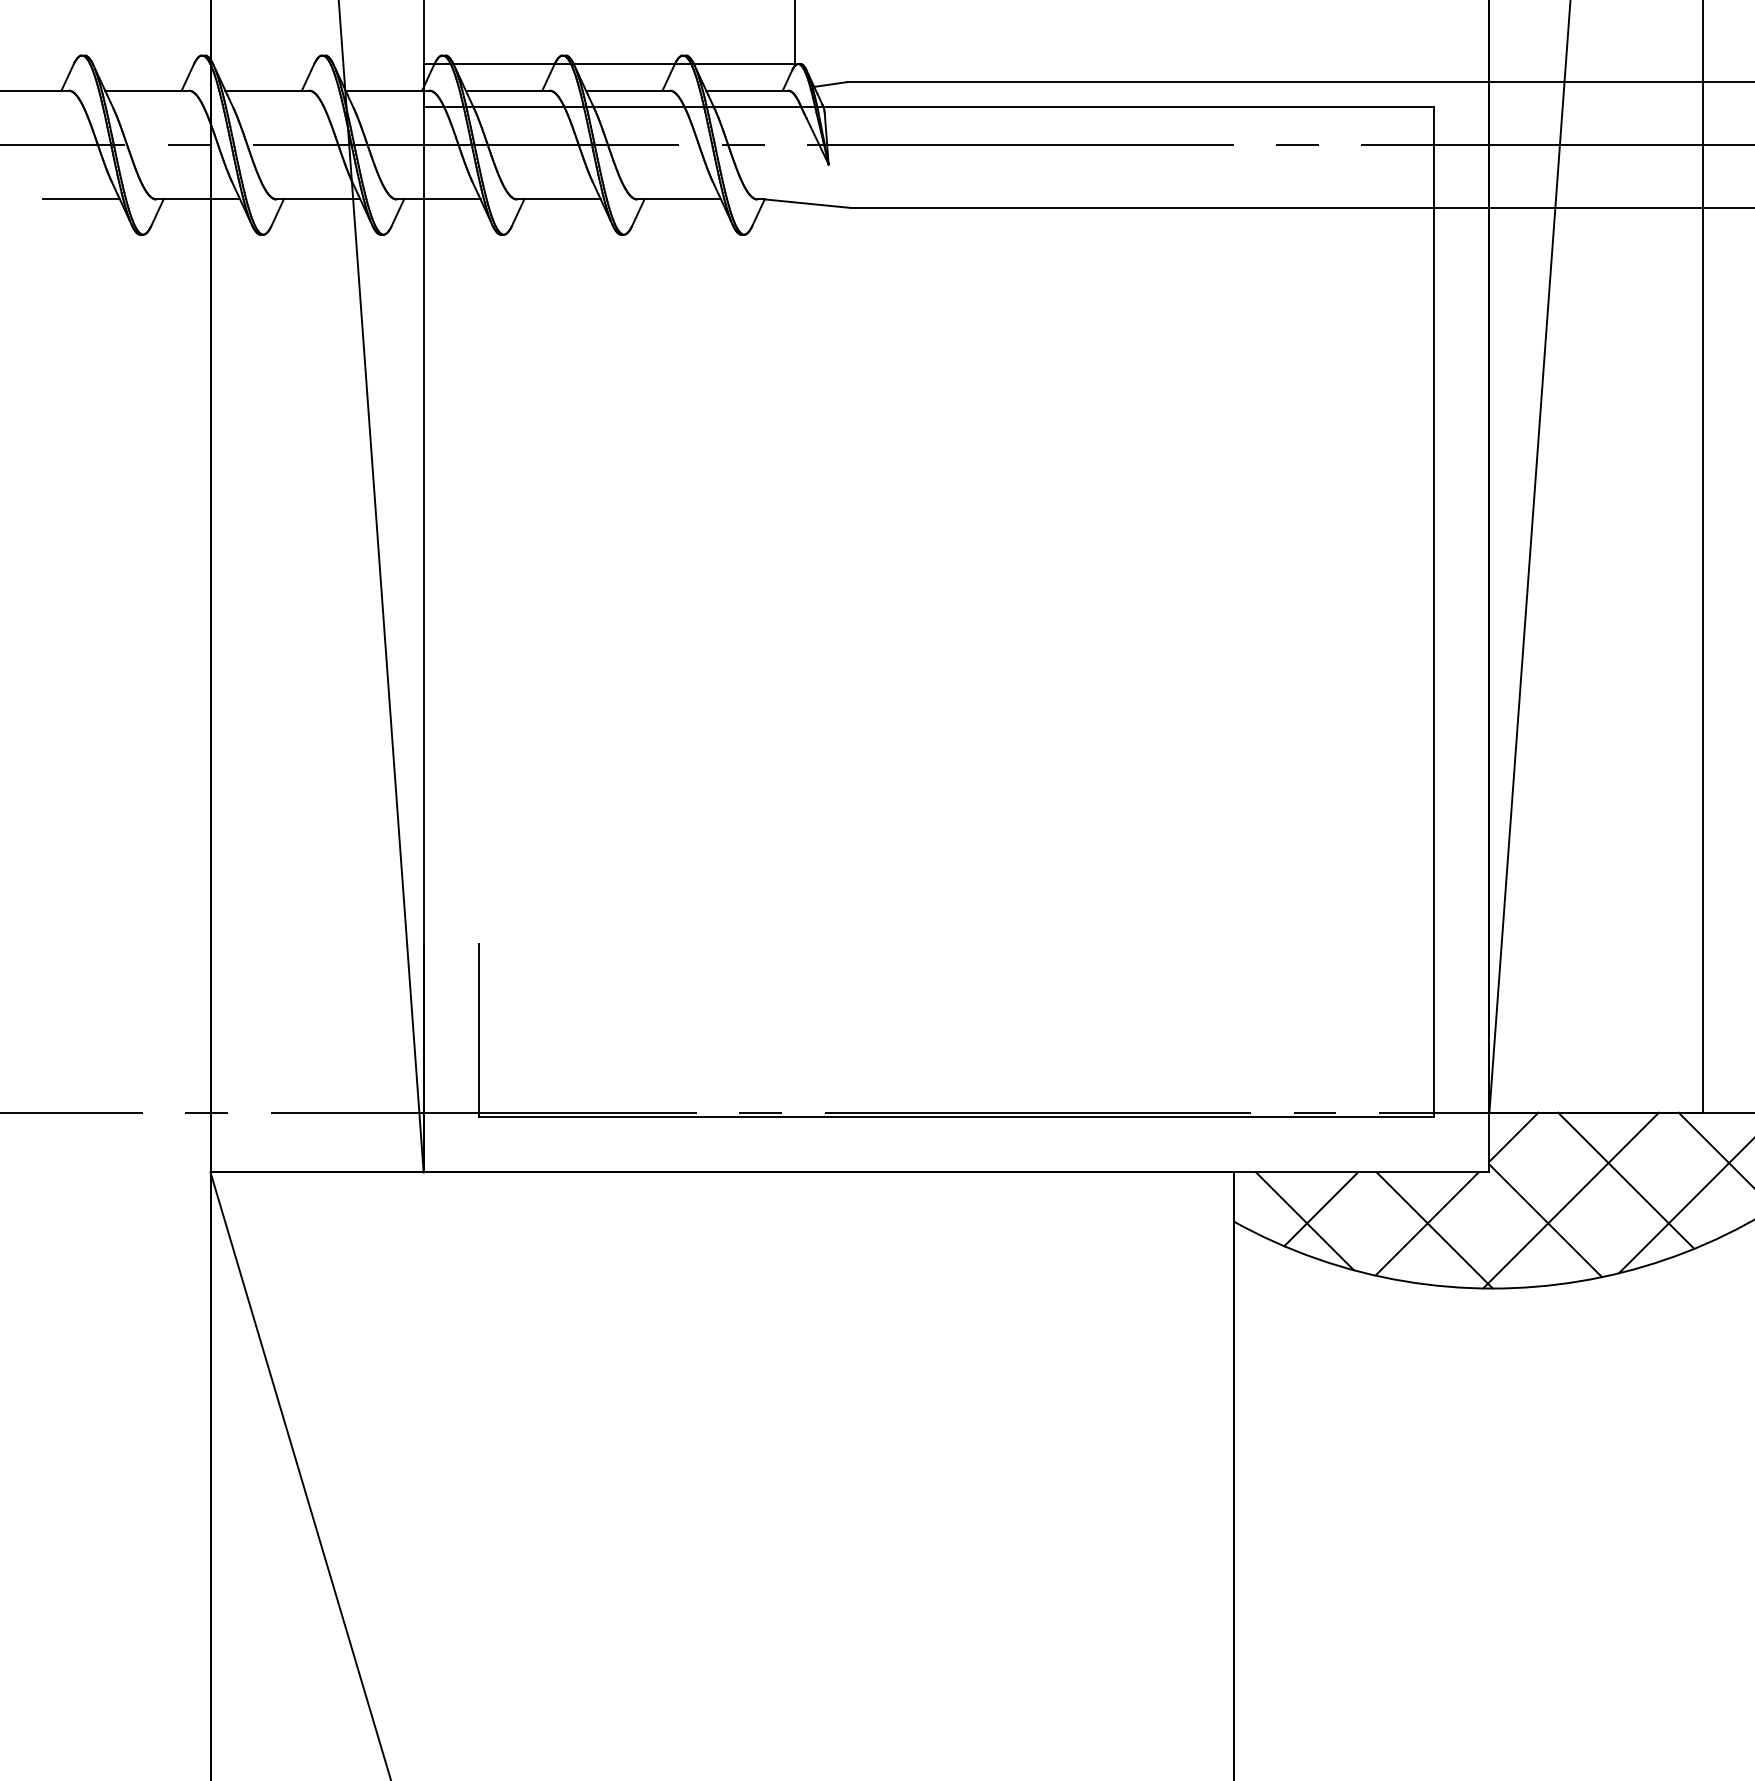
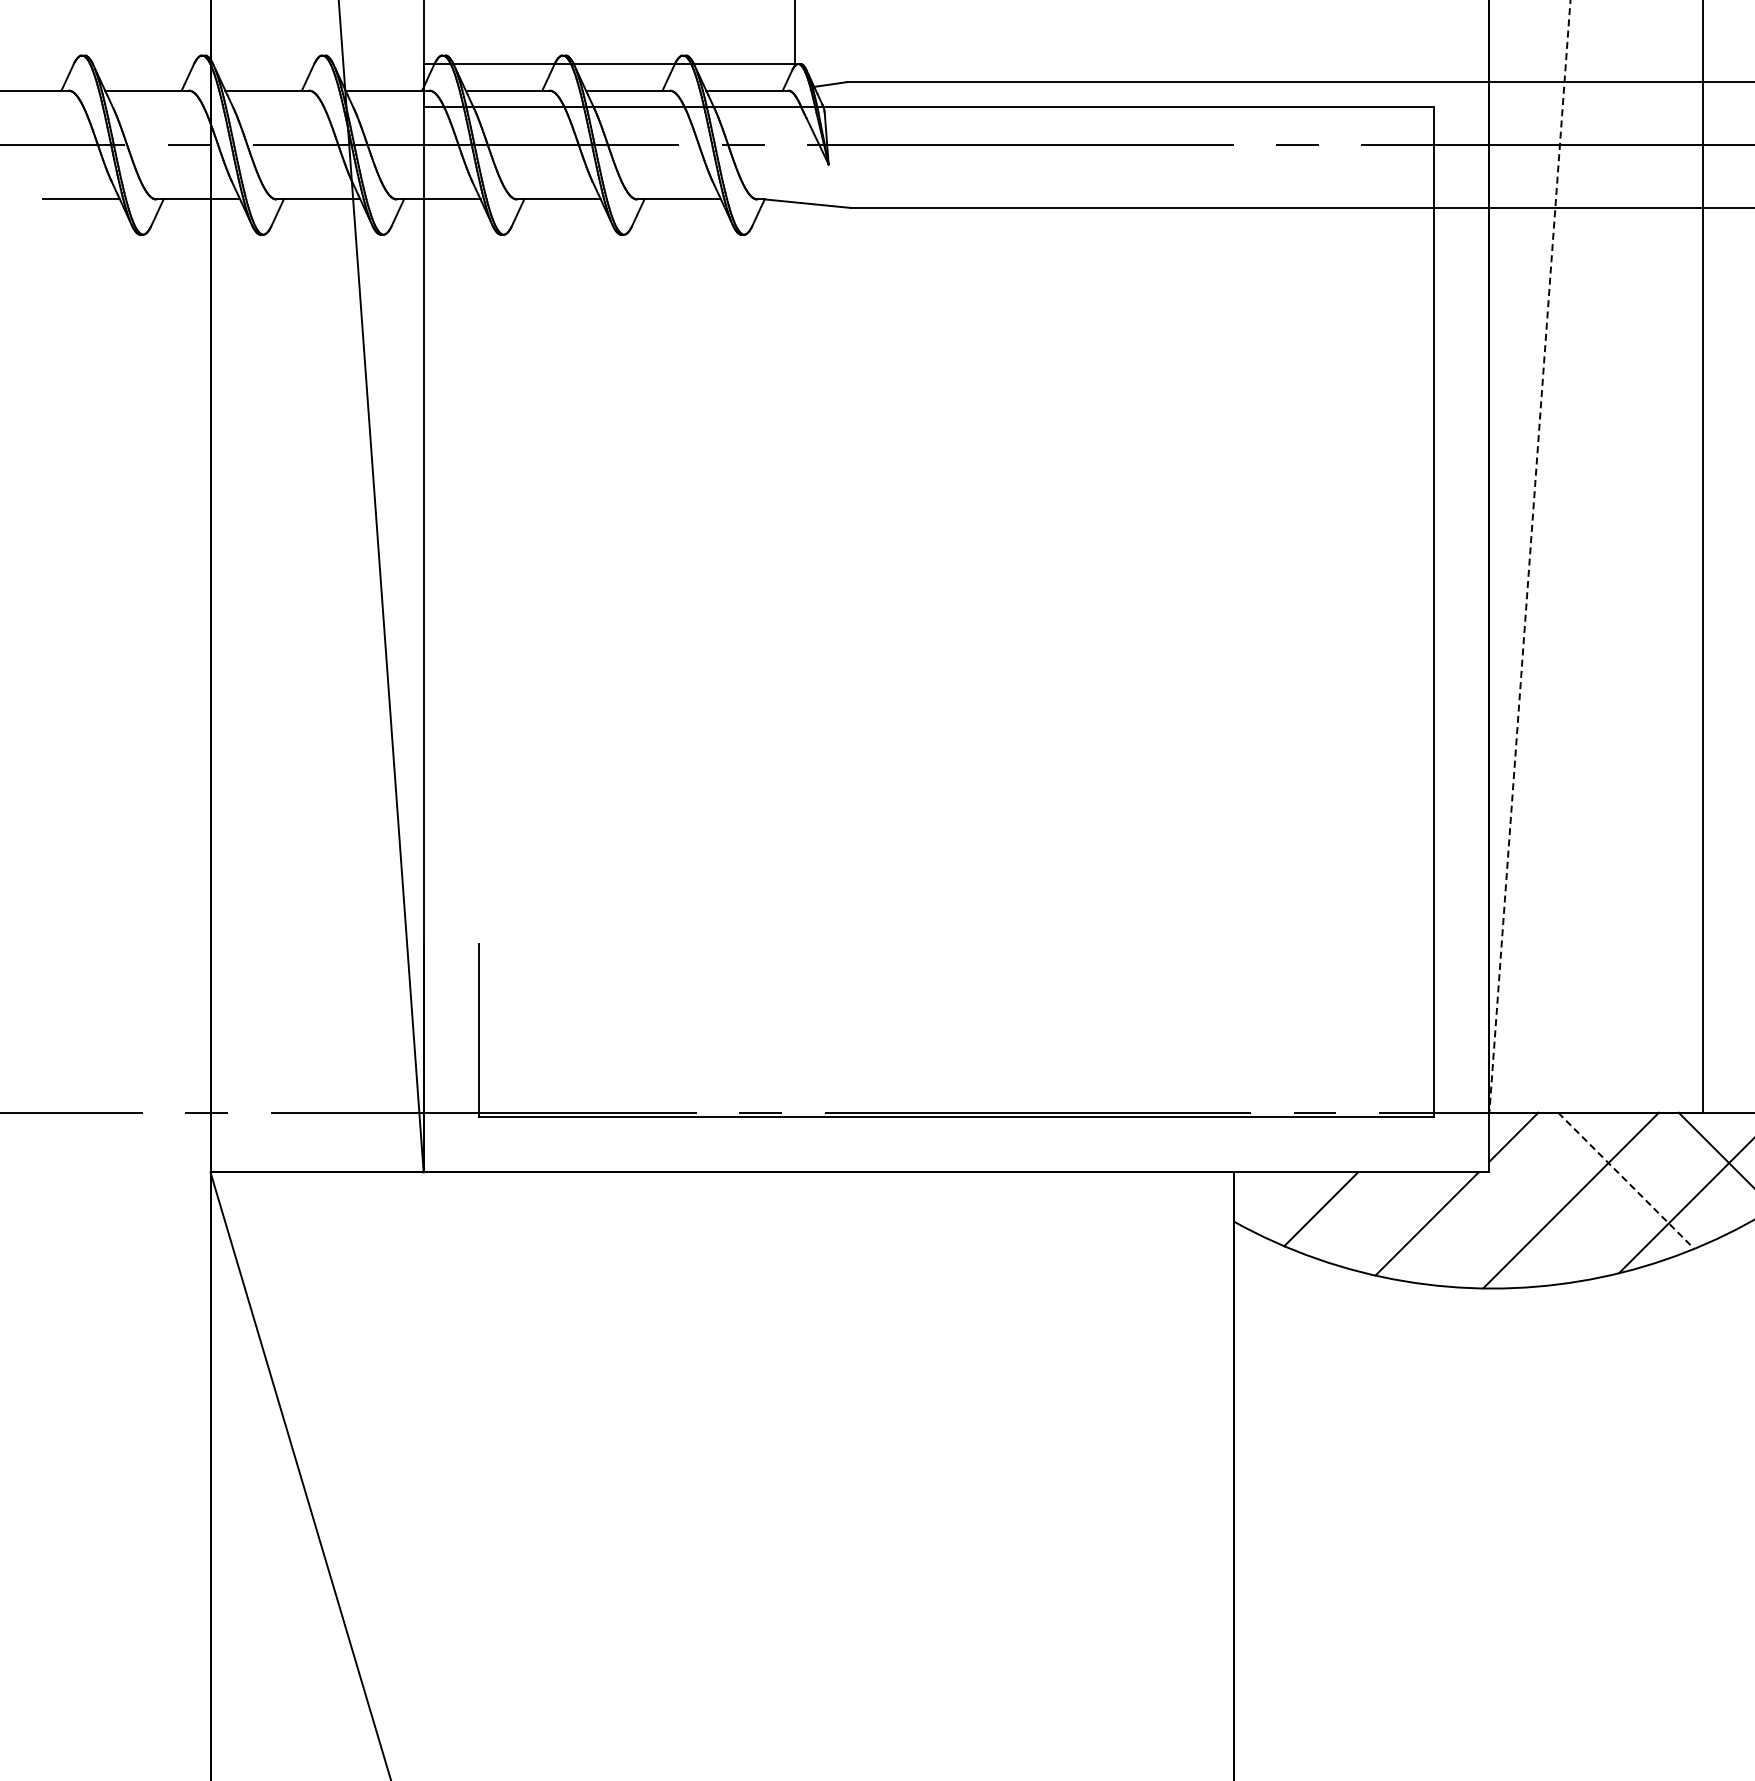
line at (1529, 556): solid -> dashed
line at (1626, 1181): solid -> dashed
line at (1545, 1220): present -> none
line at (1304, 1221): present -> none
line at (1434, 1230): present -> none
